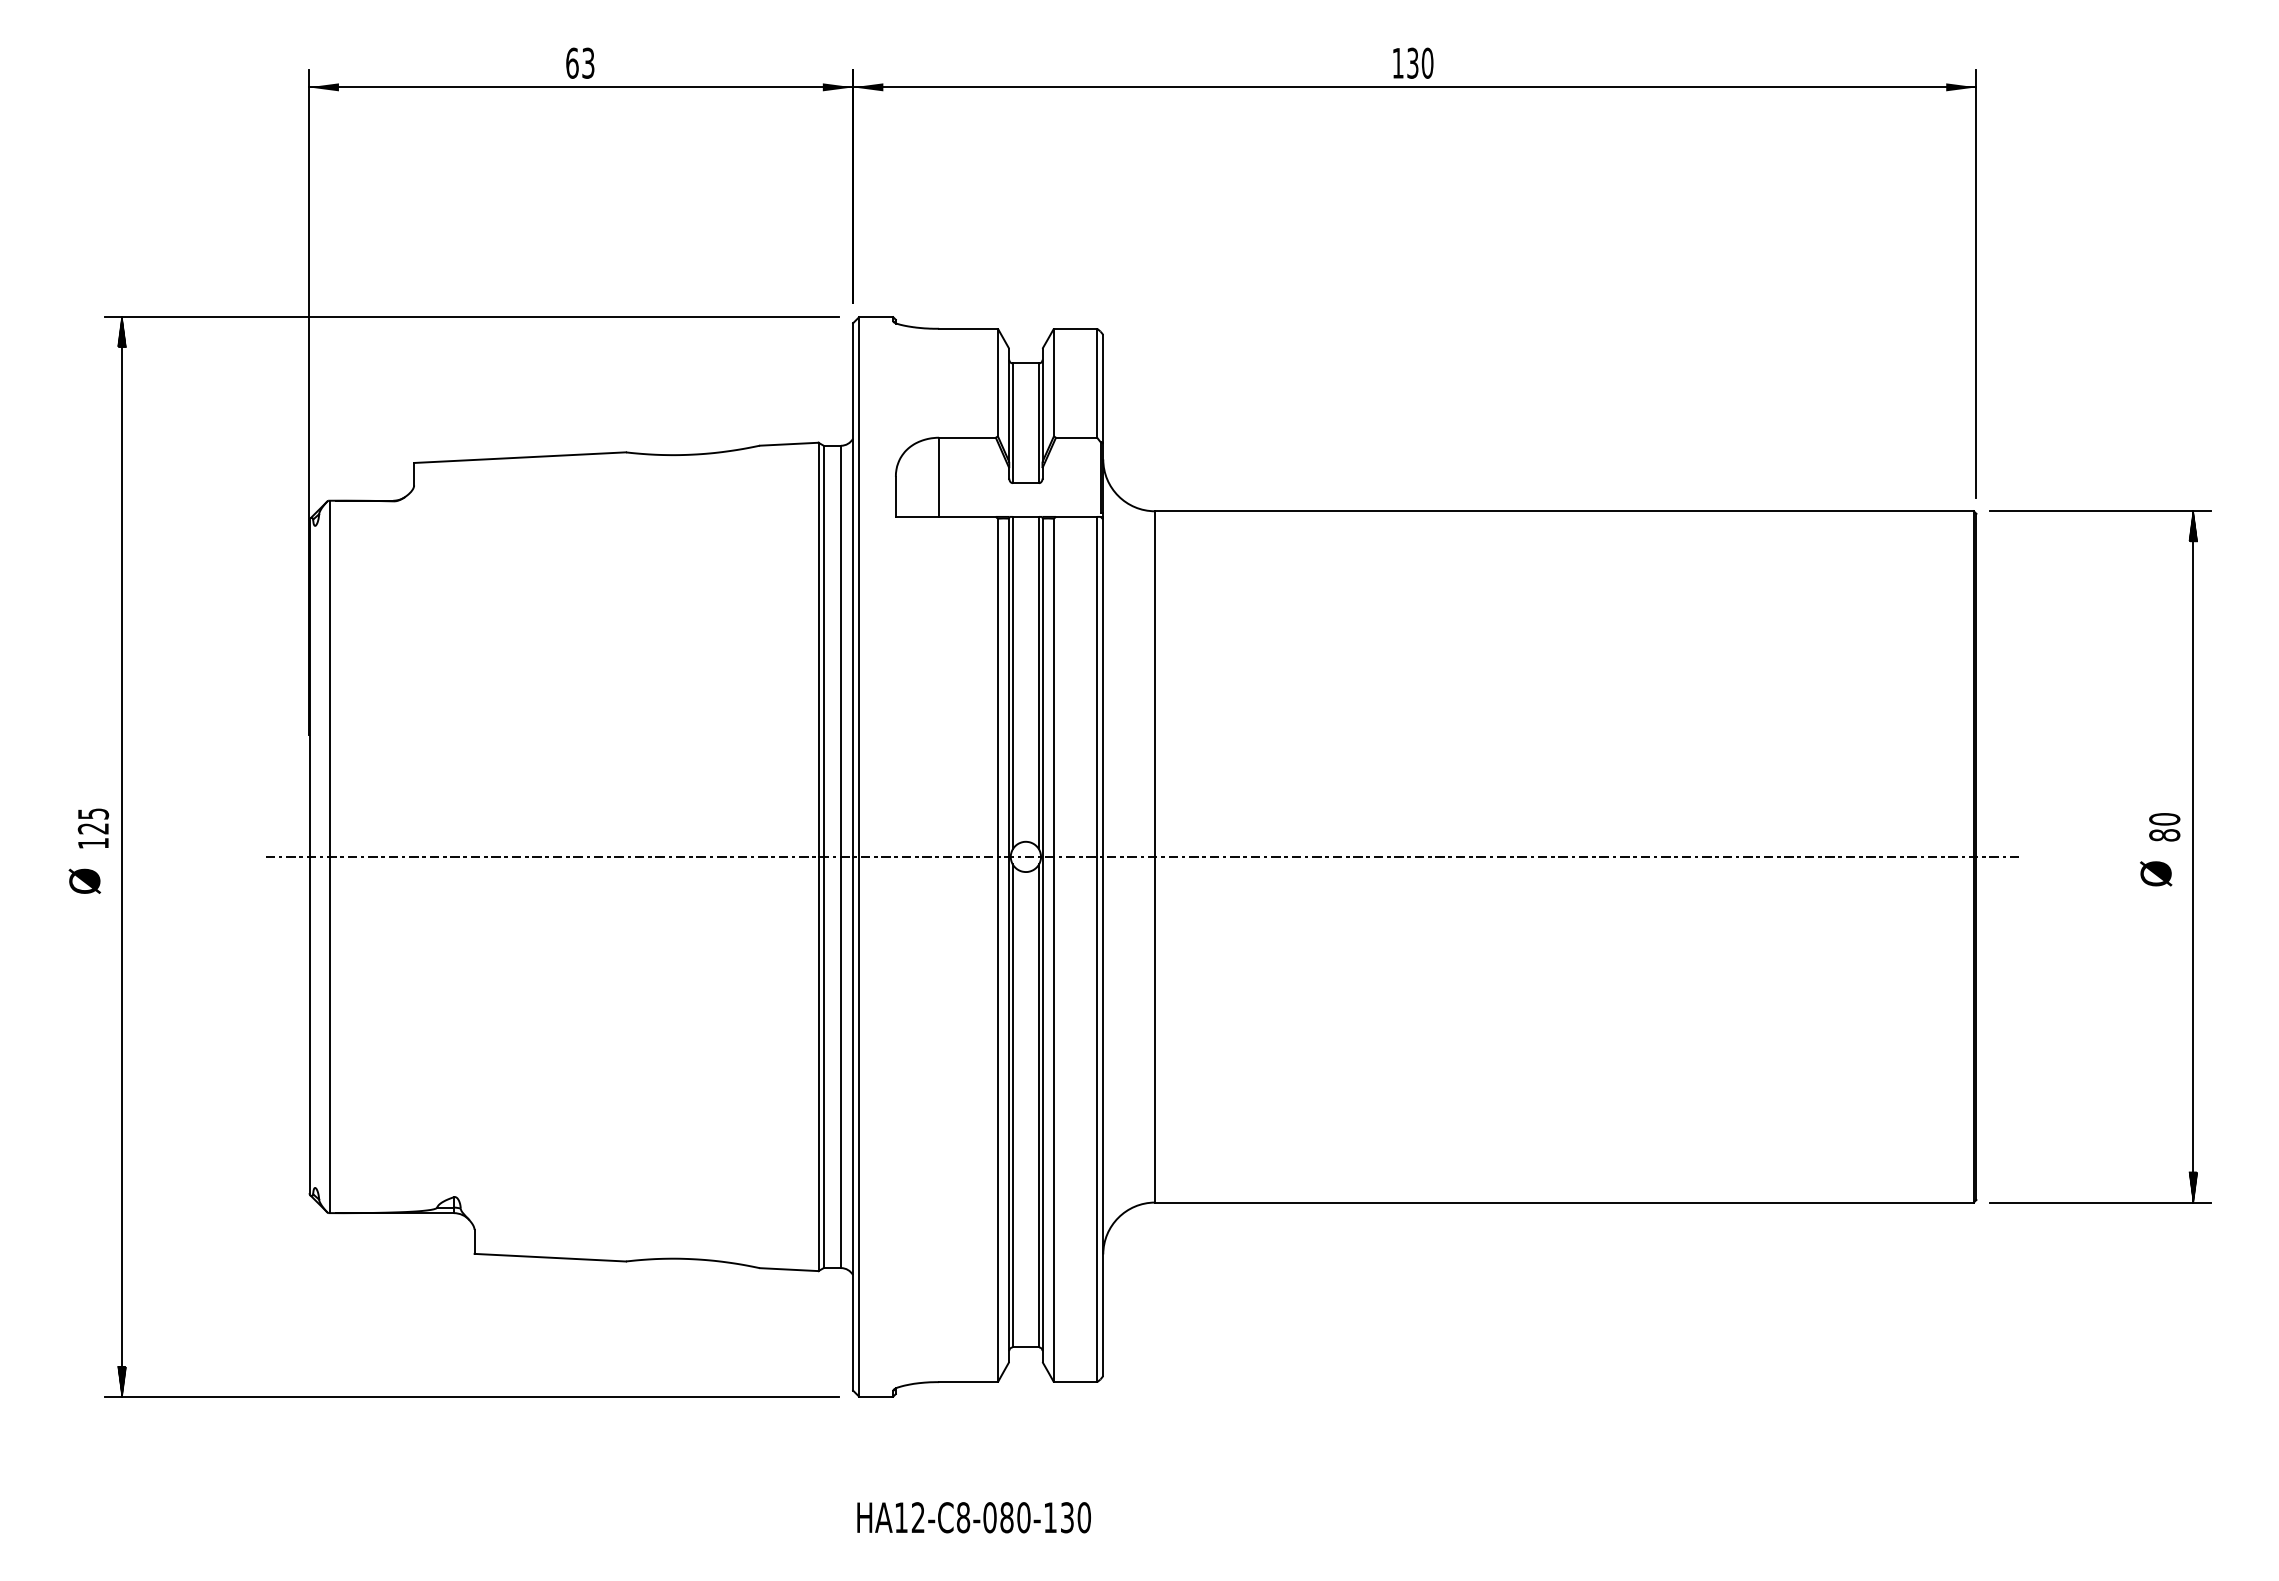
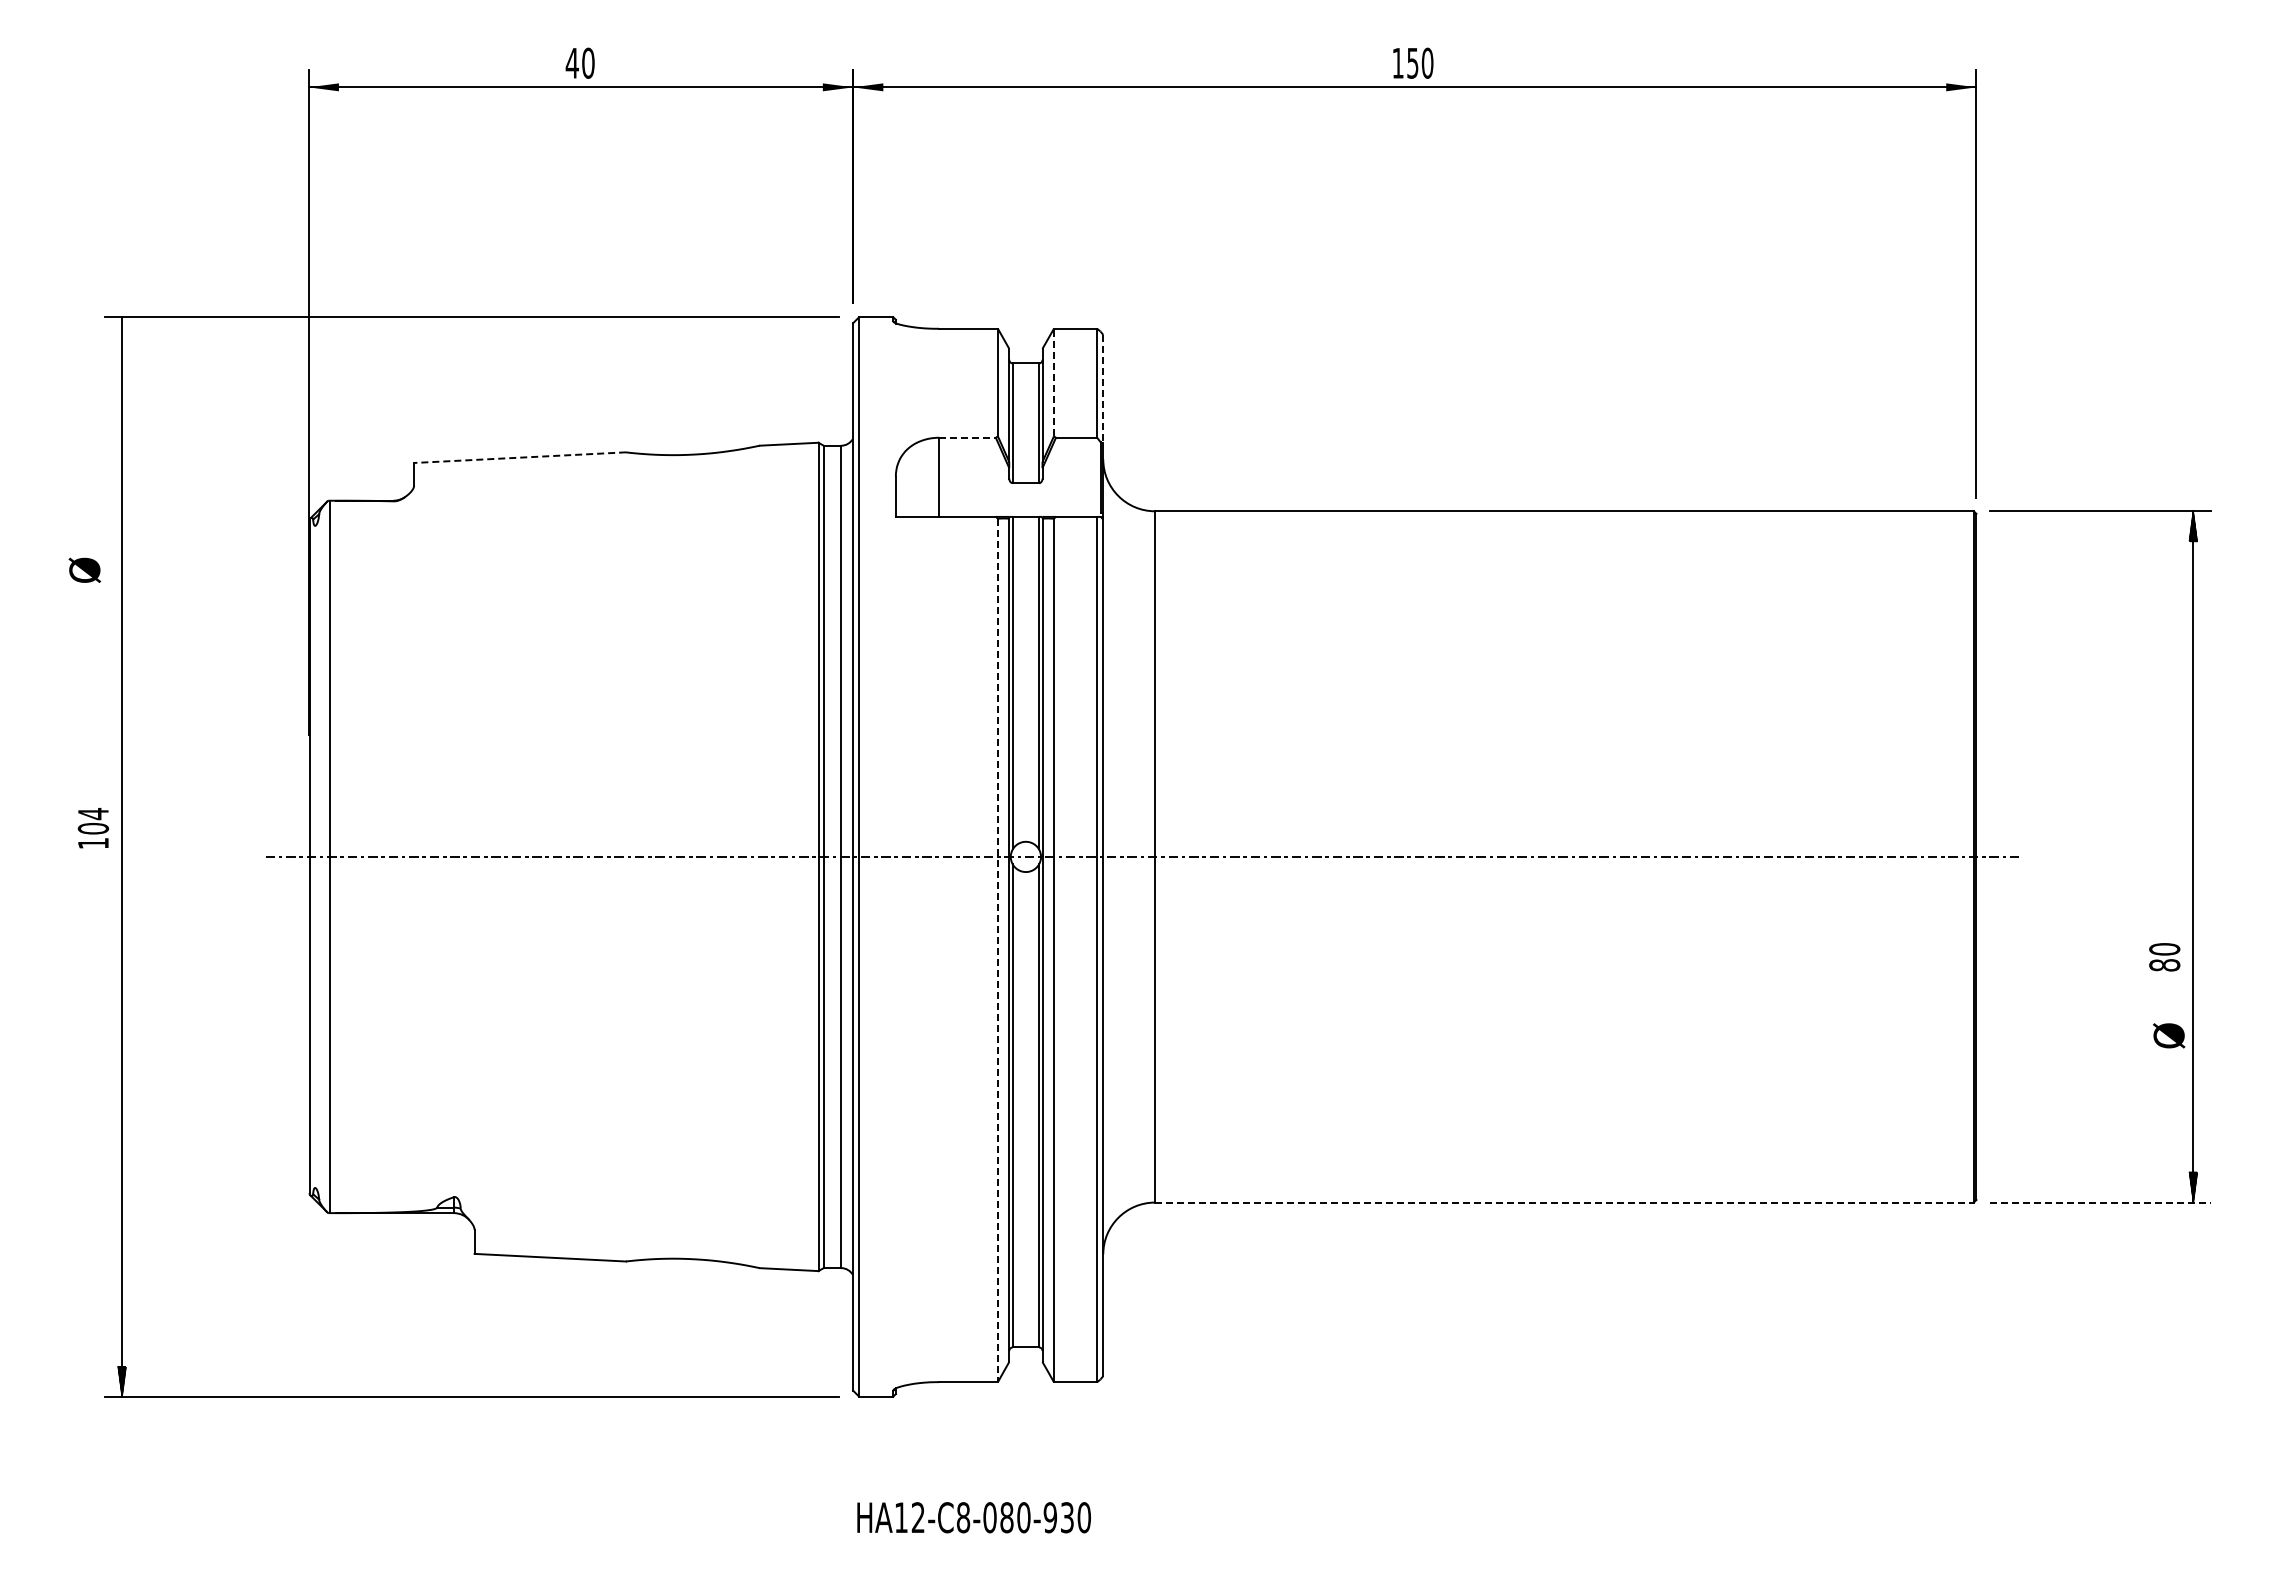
text at (579, 62): 63 -> 40
text at (1412, 62): 130 -> 150
hatch at (122, 332): present -> none
line at (1053, 382): solid -> dashed
line at (1103, 389): solid -> dashed
line at (967, 437): solid -> dashed
line at (519, 457): solid -> dashed
text at (93, 820): 125 -> 104
text at (2164, 827) position: (2164, 827) -> (2164, 957)
text at (2156, 873) position: (2156, 873) -> (2169, 1035)
text at (84, 880) position: (84, 880) -> (84, 569)
line at (997, 950): solid -> dashed
line at (1564, 1202): solid -> dashed
line at (2100, 1202): solid -> dashed
text at (1050, 1517): HA12-C8-080-130 -> HA12-C8-080-930
